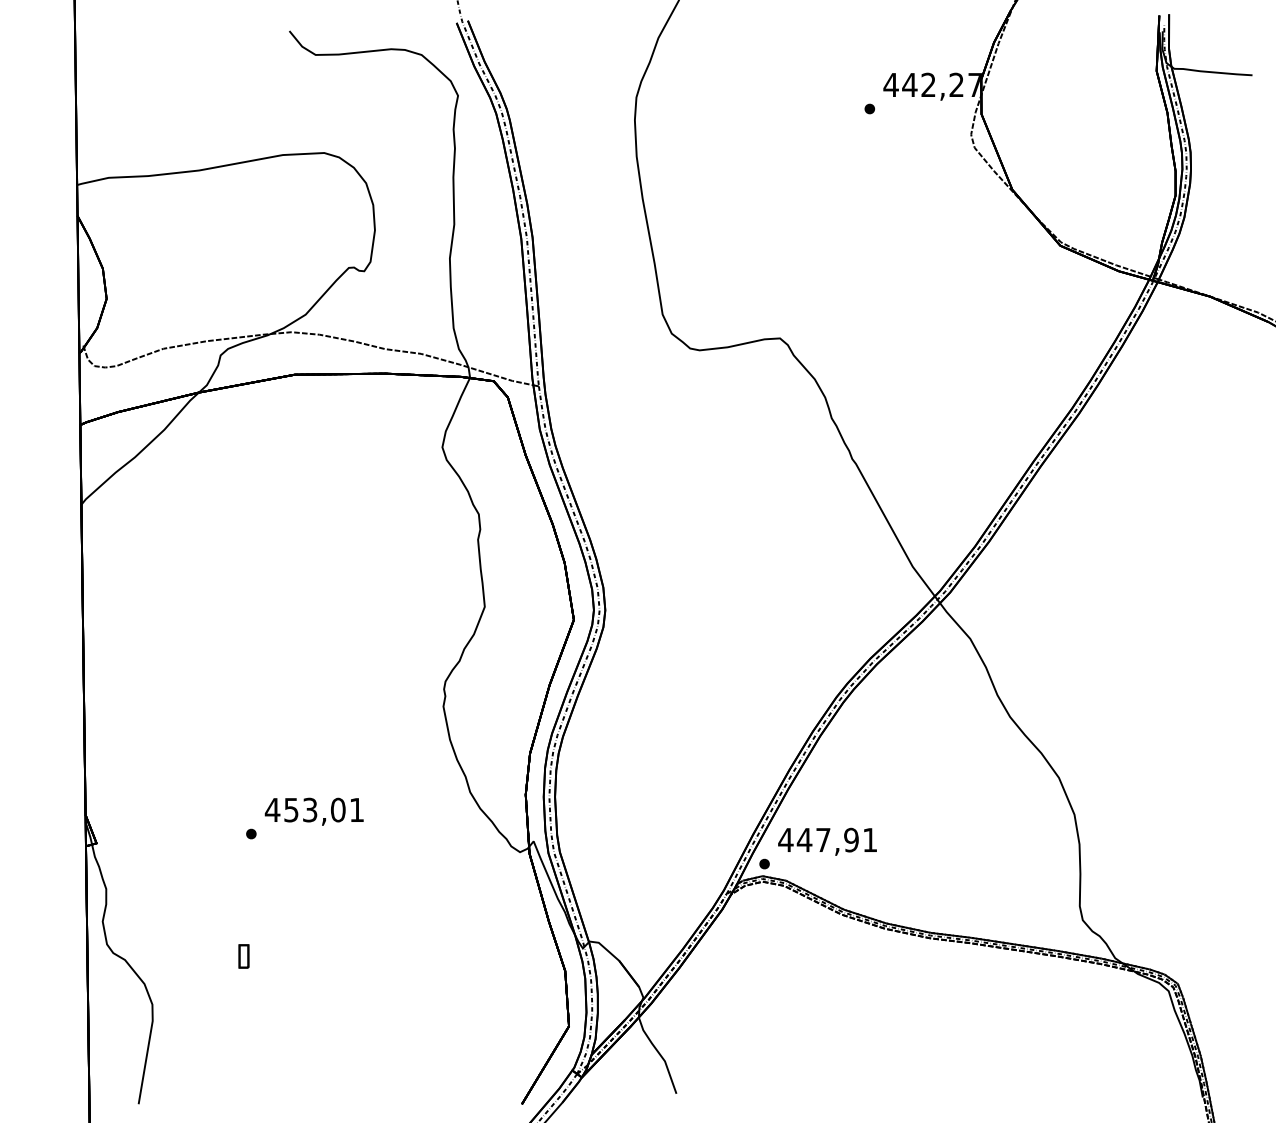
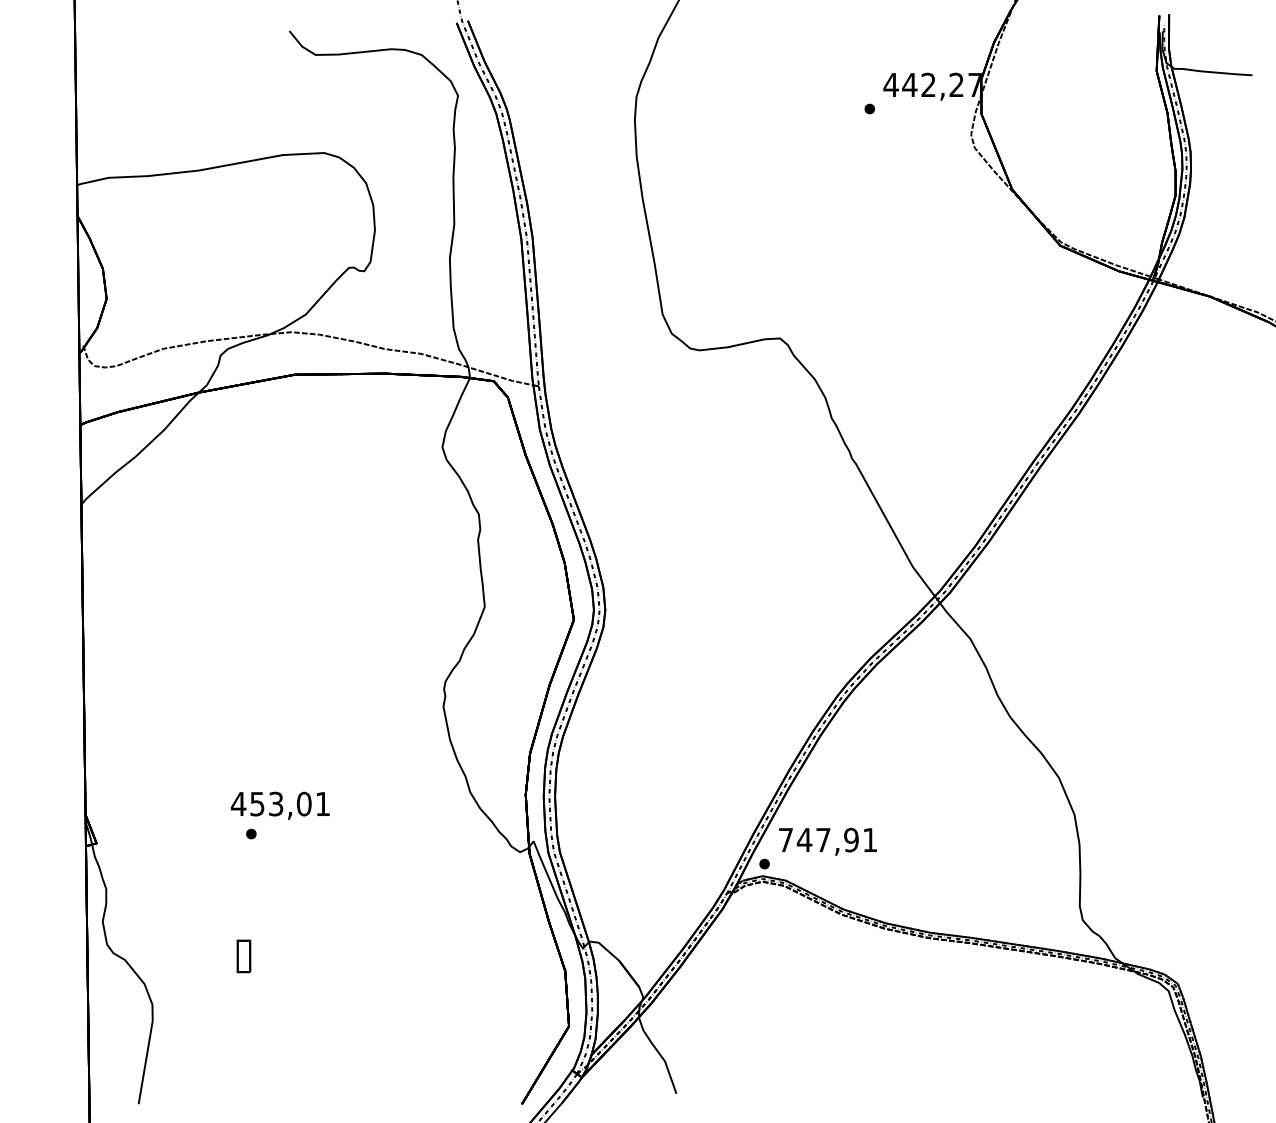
text at (313, 811) position: (313, 811) -> (279, 805)
text at (785, 839): 447,91 -> 747,91
part at (243, 956) size: 12x25 px -> 16x35 px
